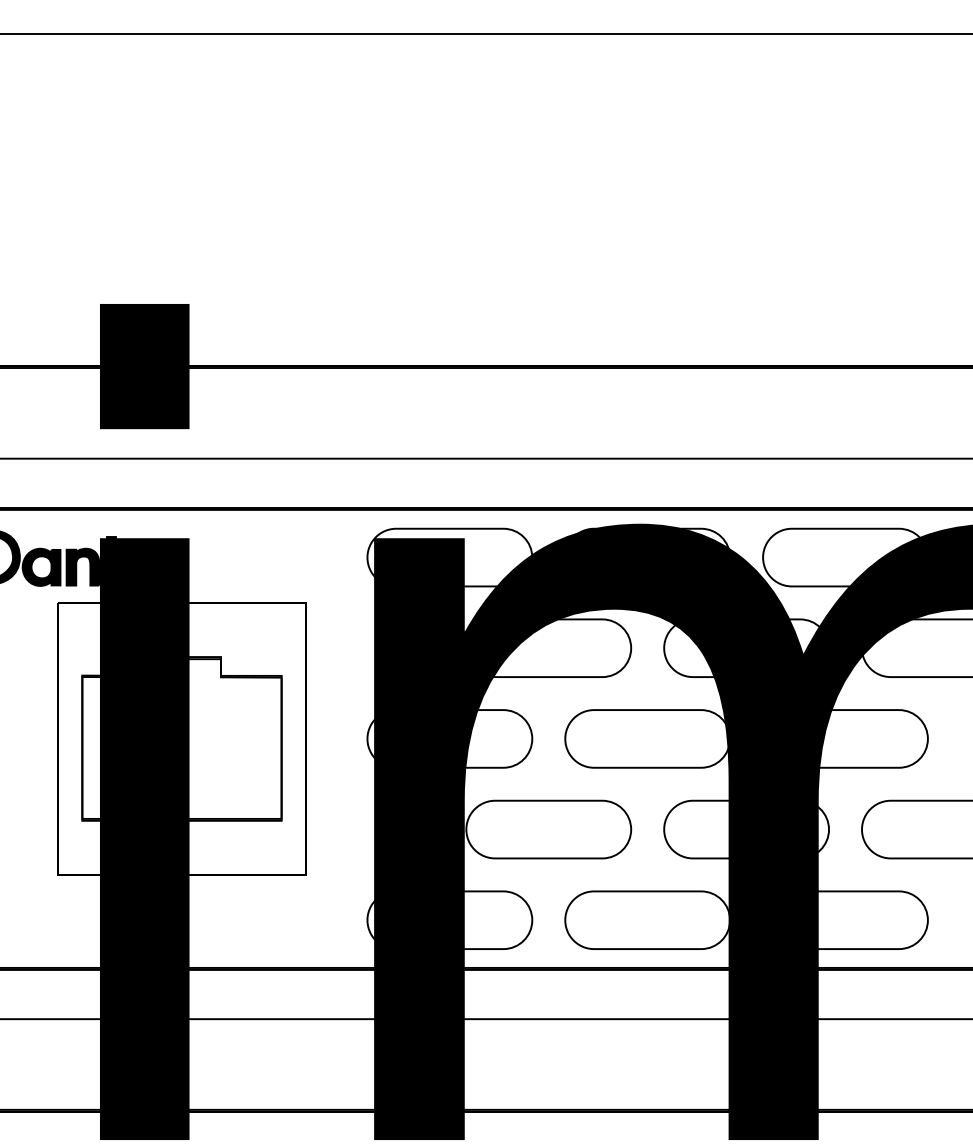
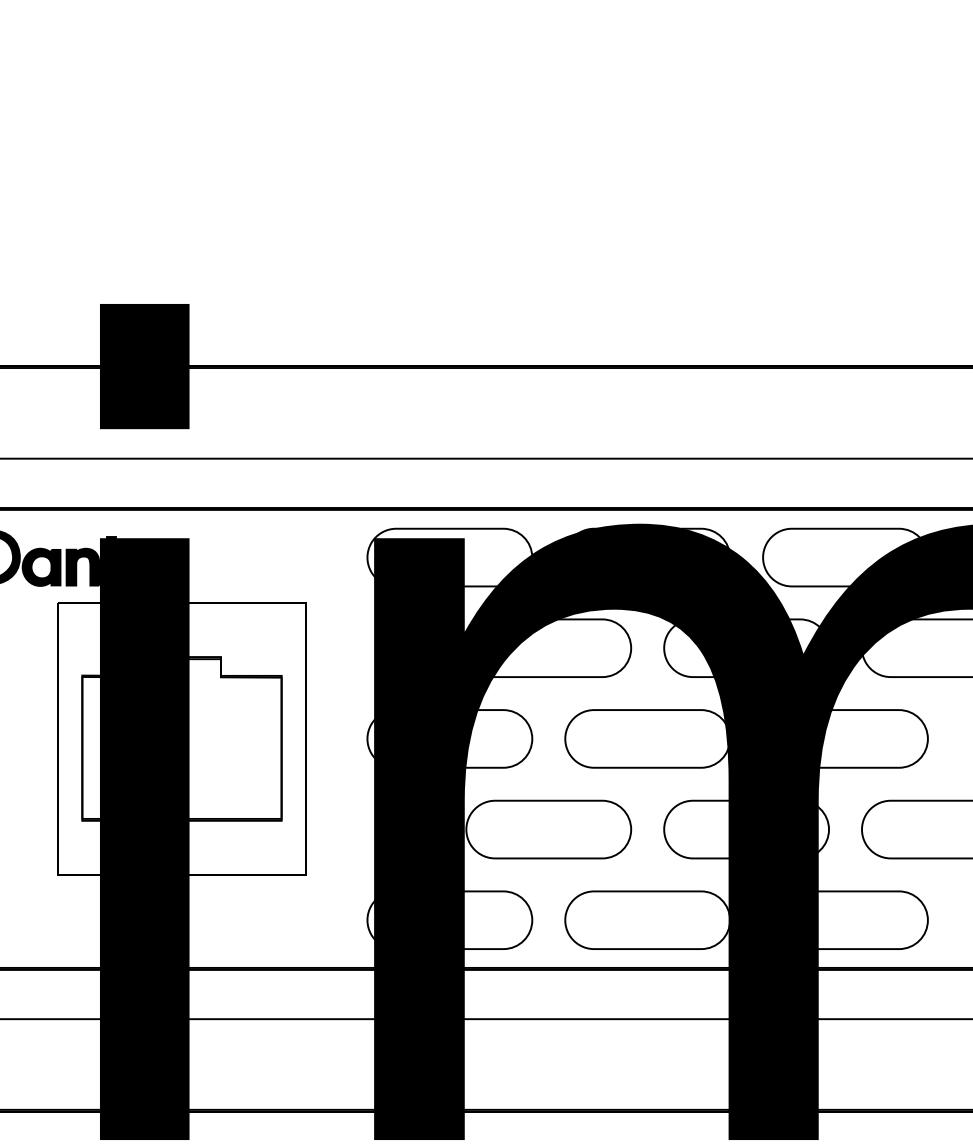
line at (485, 34): present -> none
